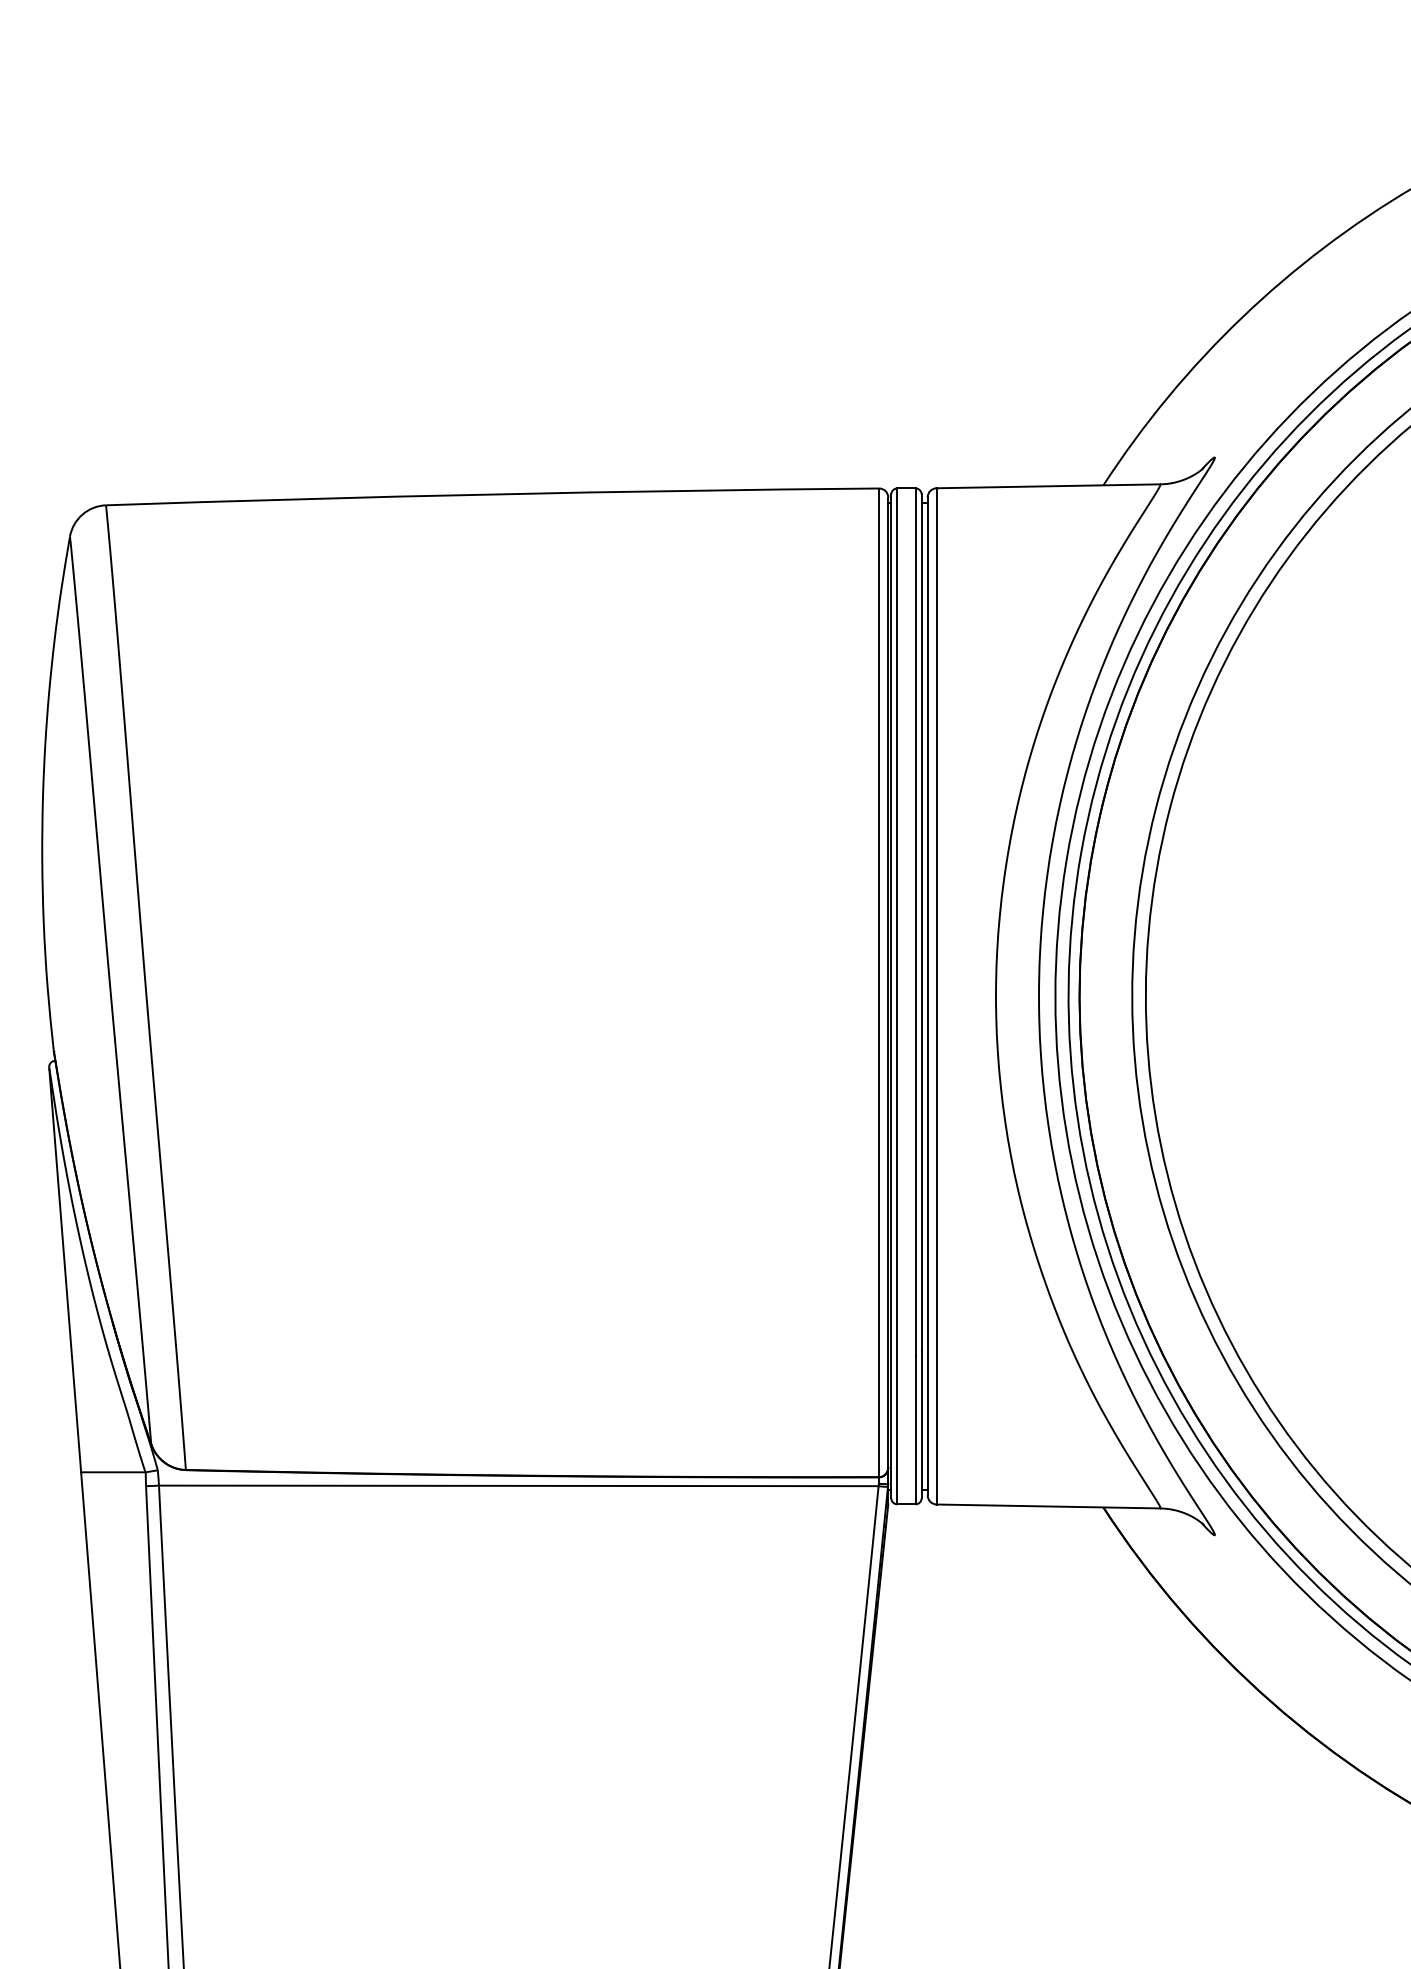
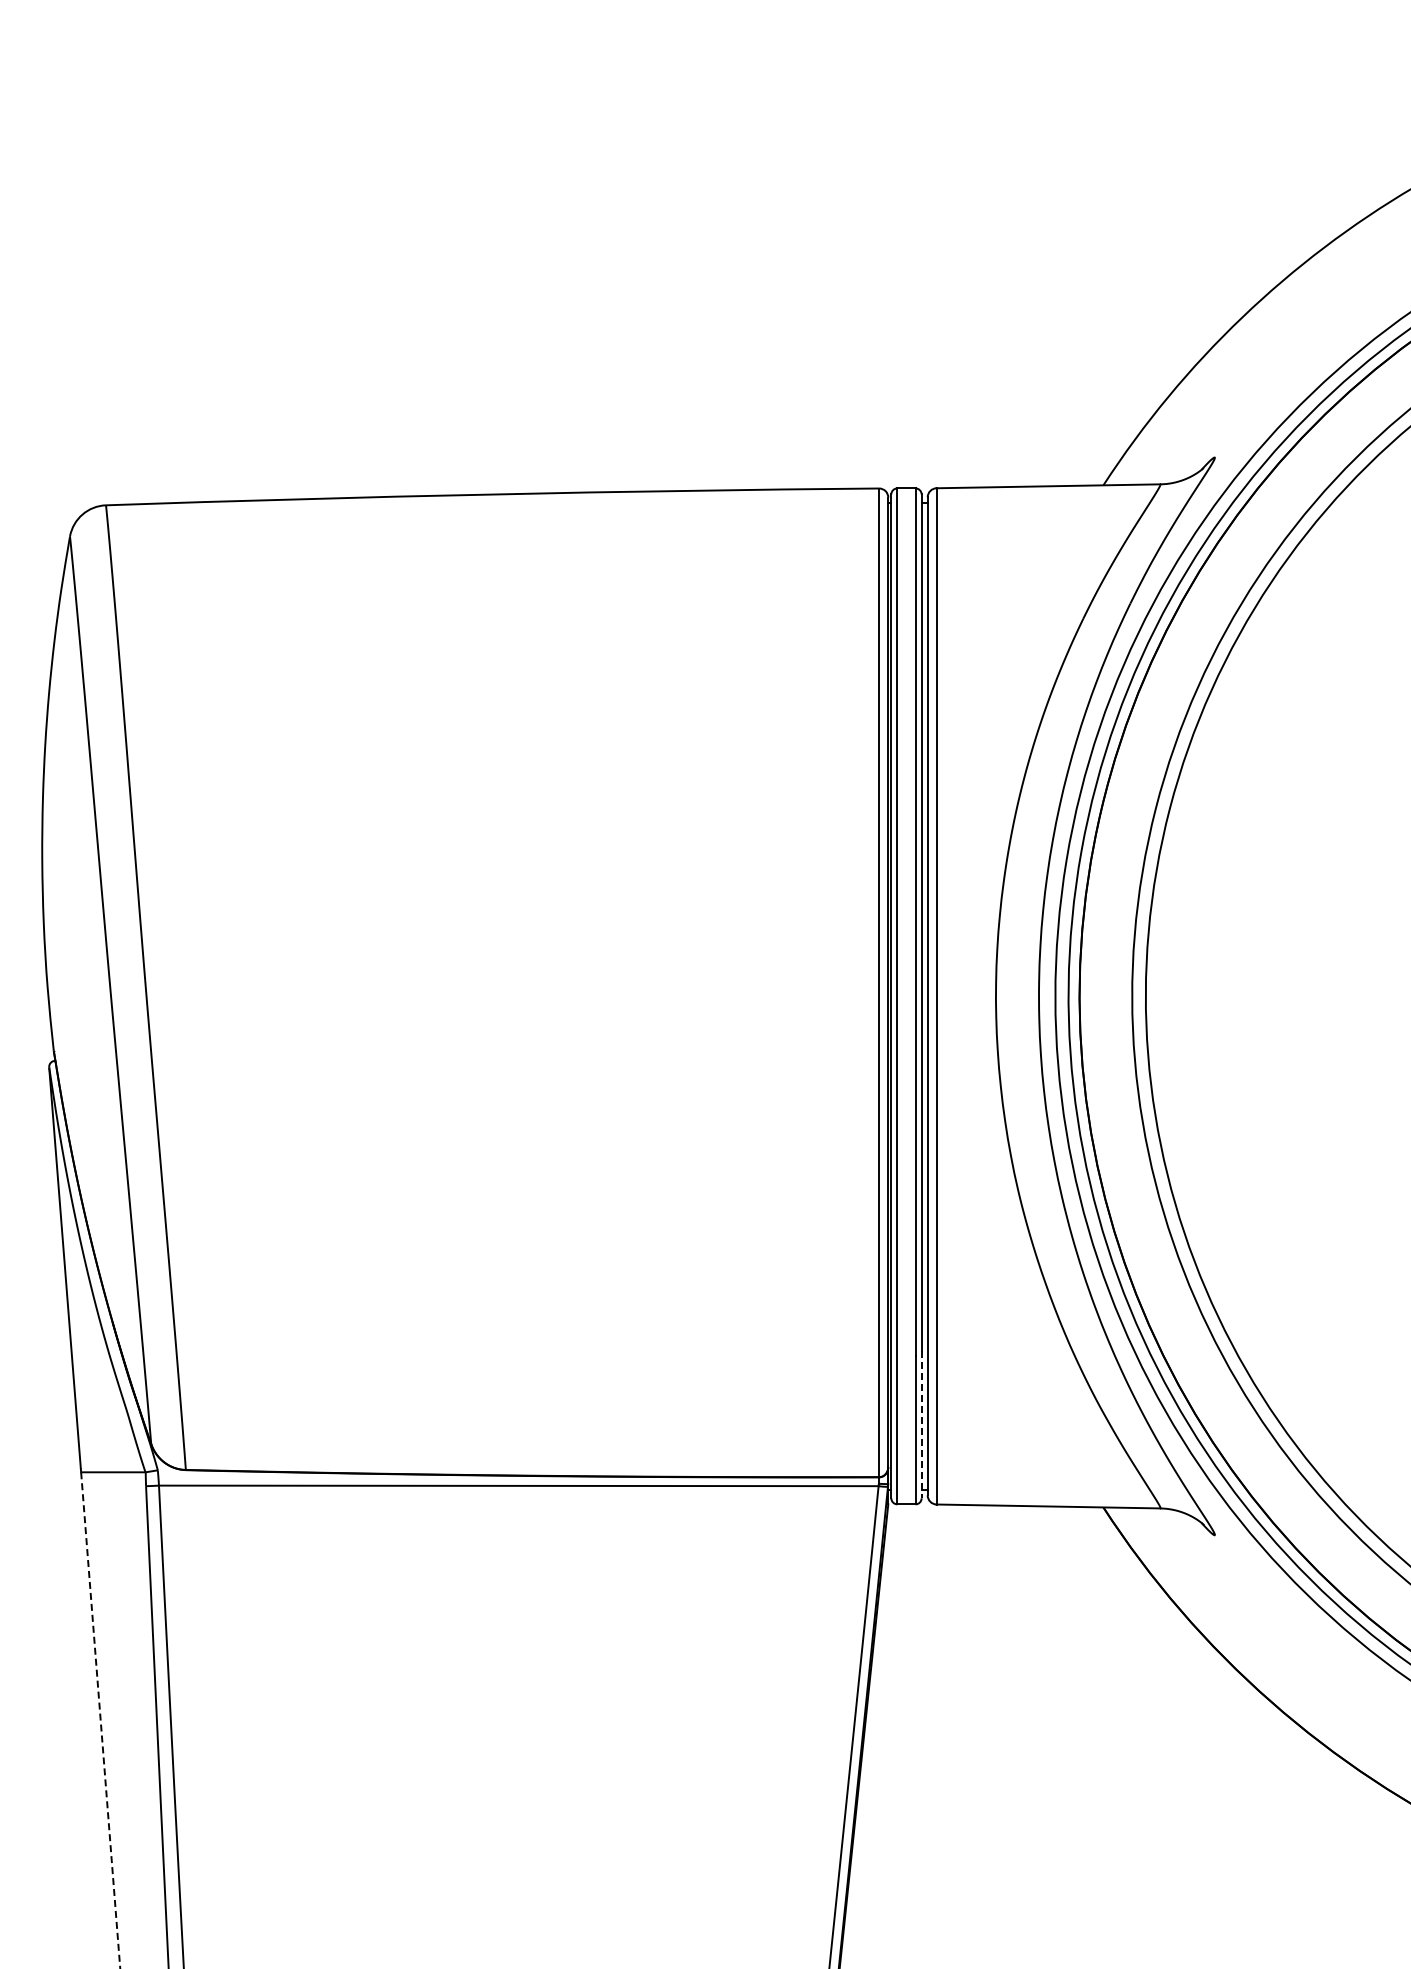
line at (921, 1425): solid -> dashed
line at (100, 1720): solid -> dashed
